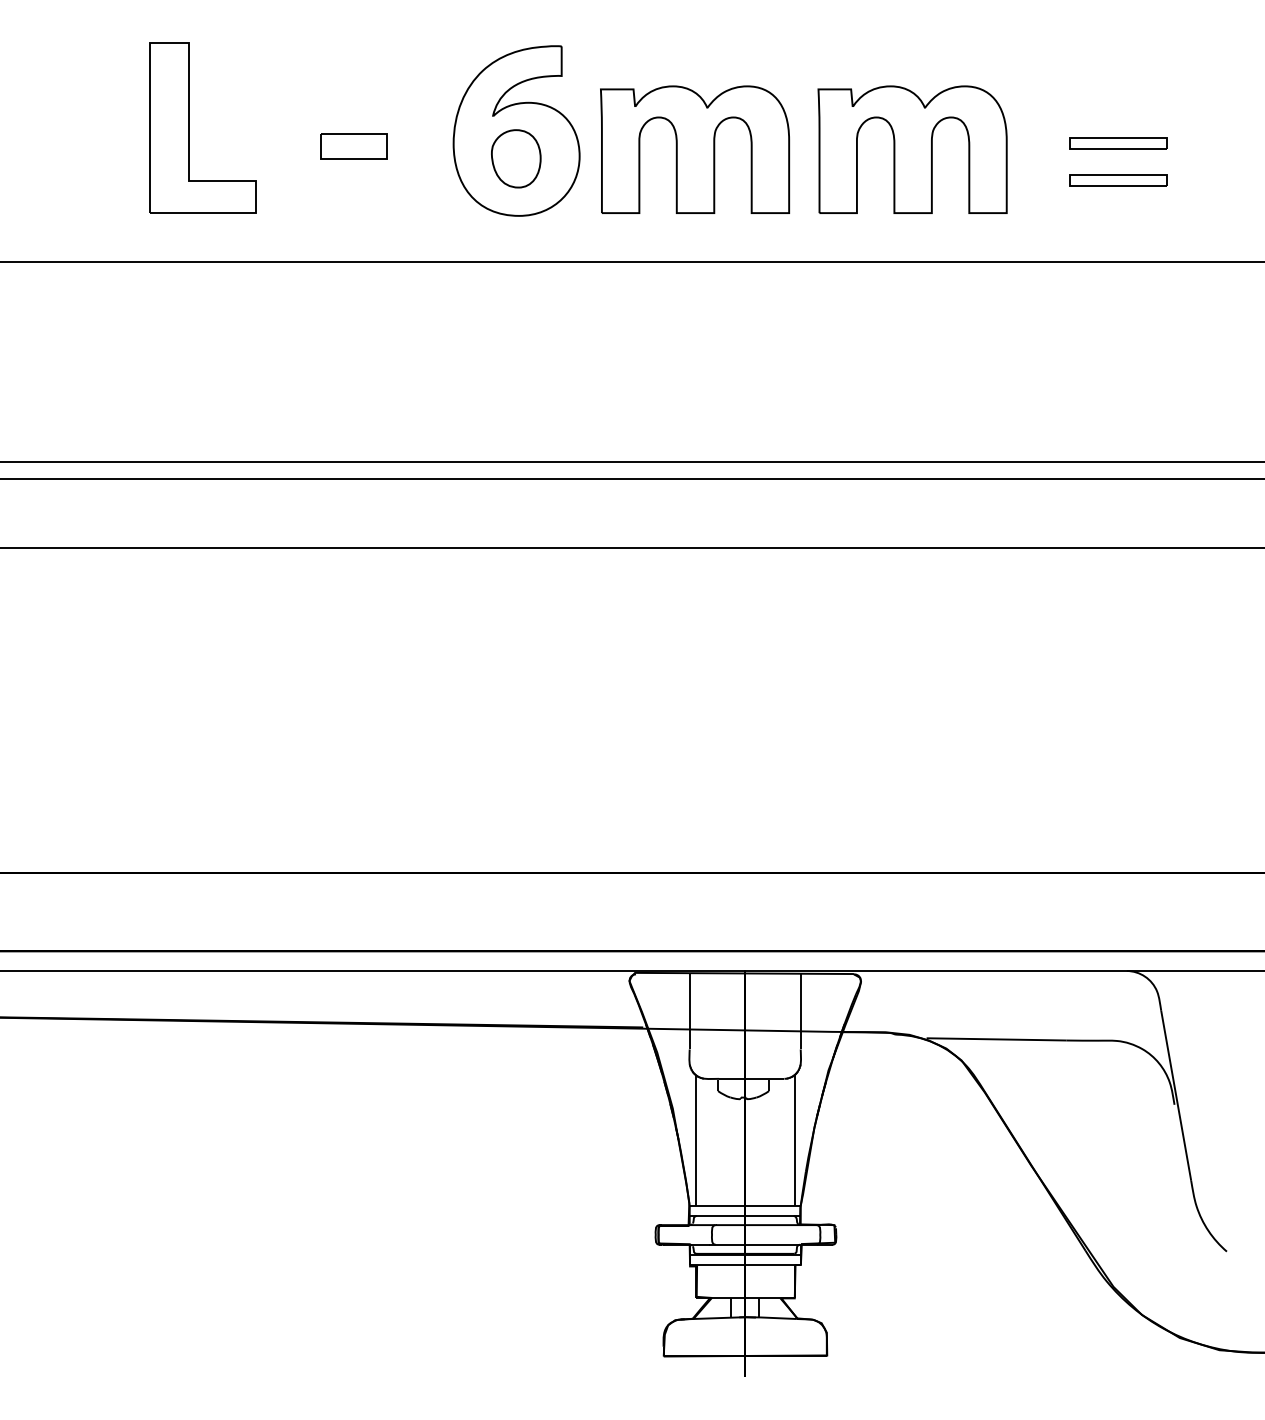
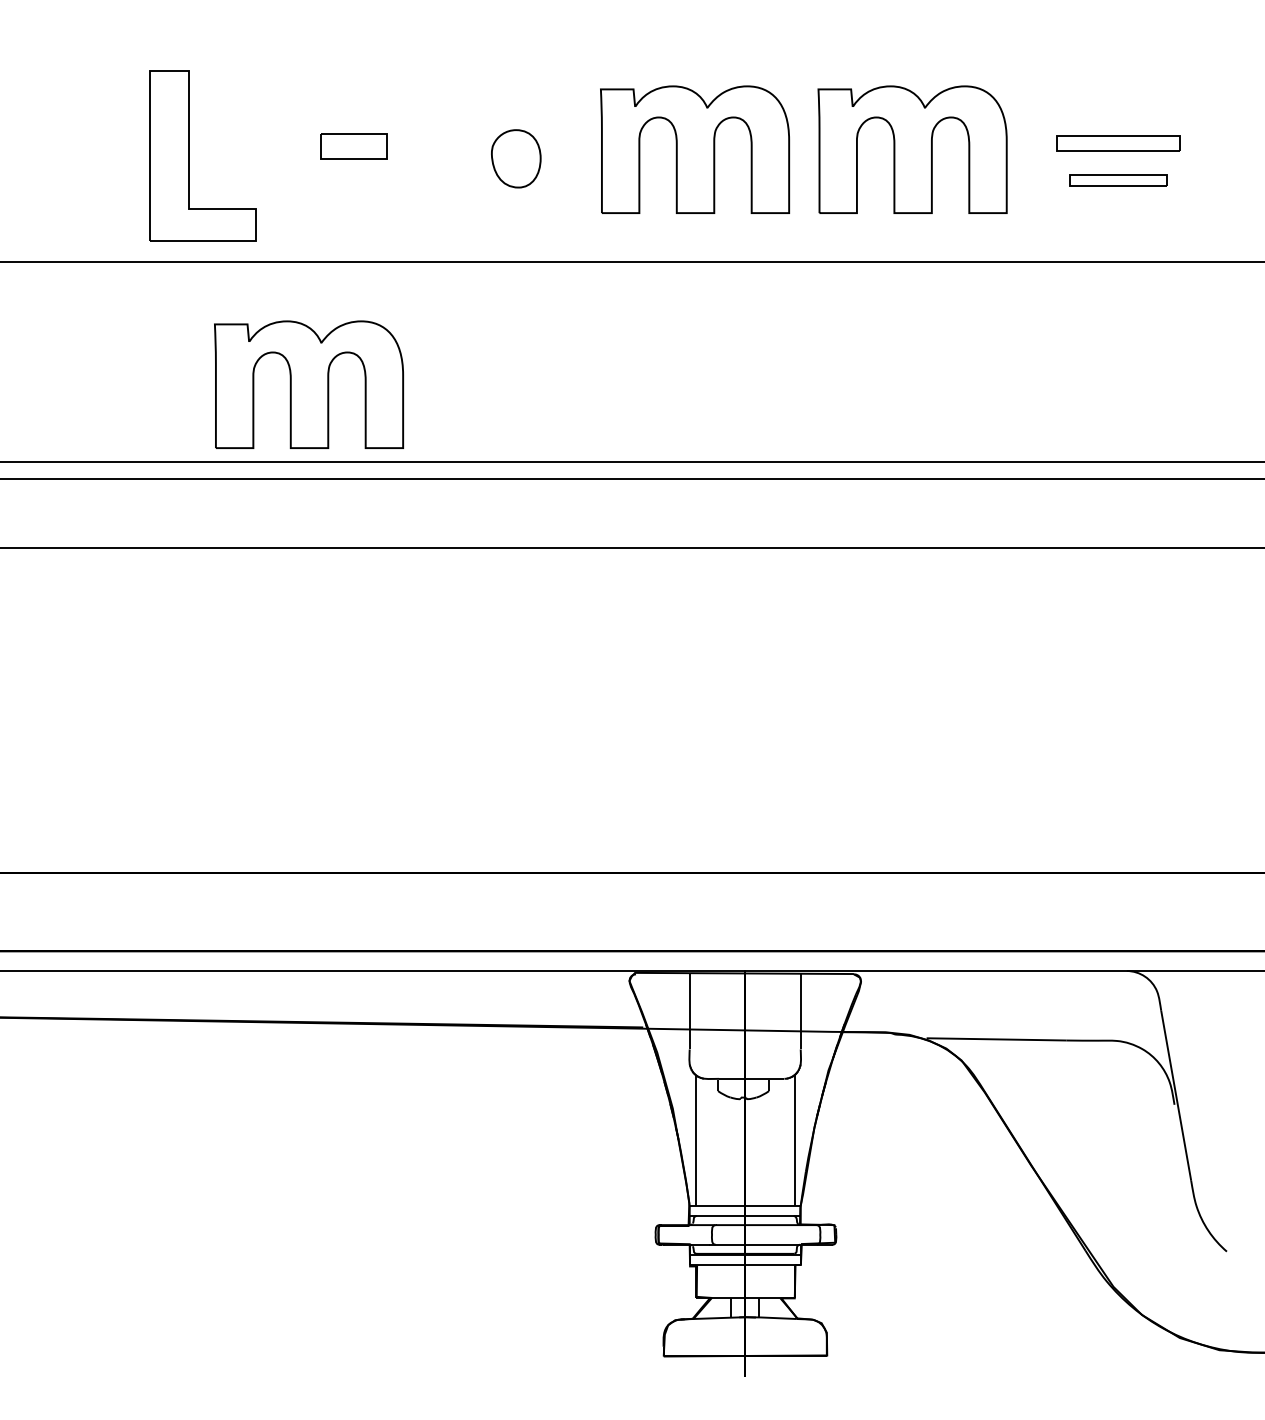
part at (189, 127) position: (189, 127) -> (189, 155)
part at (516, 130): present -> none
part at (1118, 143) size: 99x13 px -> 125x17 px
part at (308, 384): none -> present
